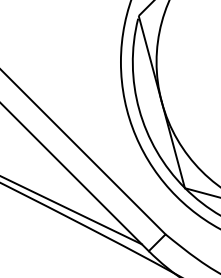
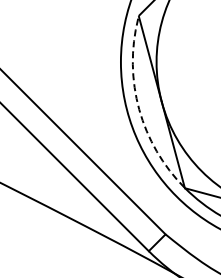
arc at (139, 109): solid -> dashed
line at (71, 210): present -> none
